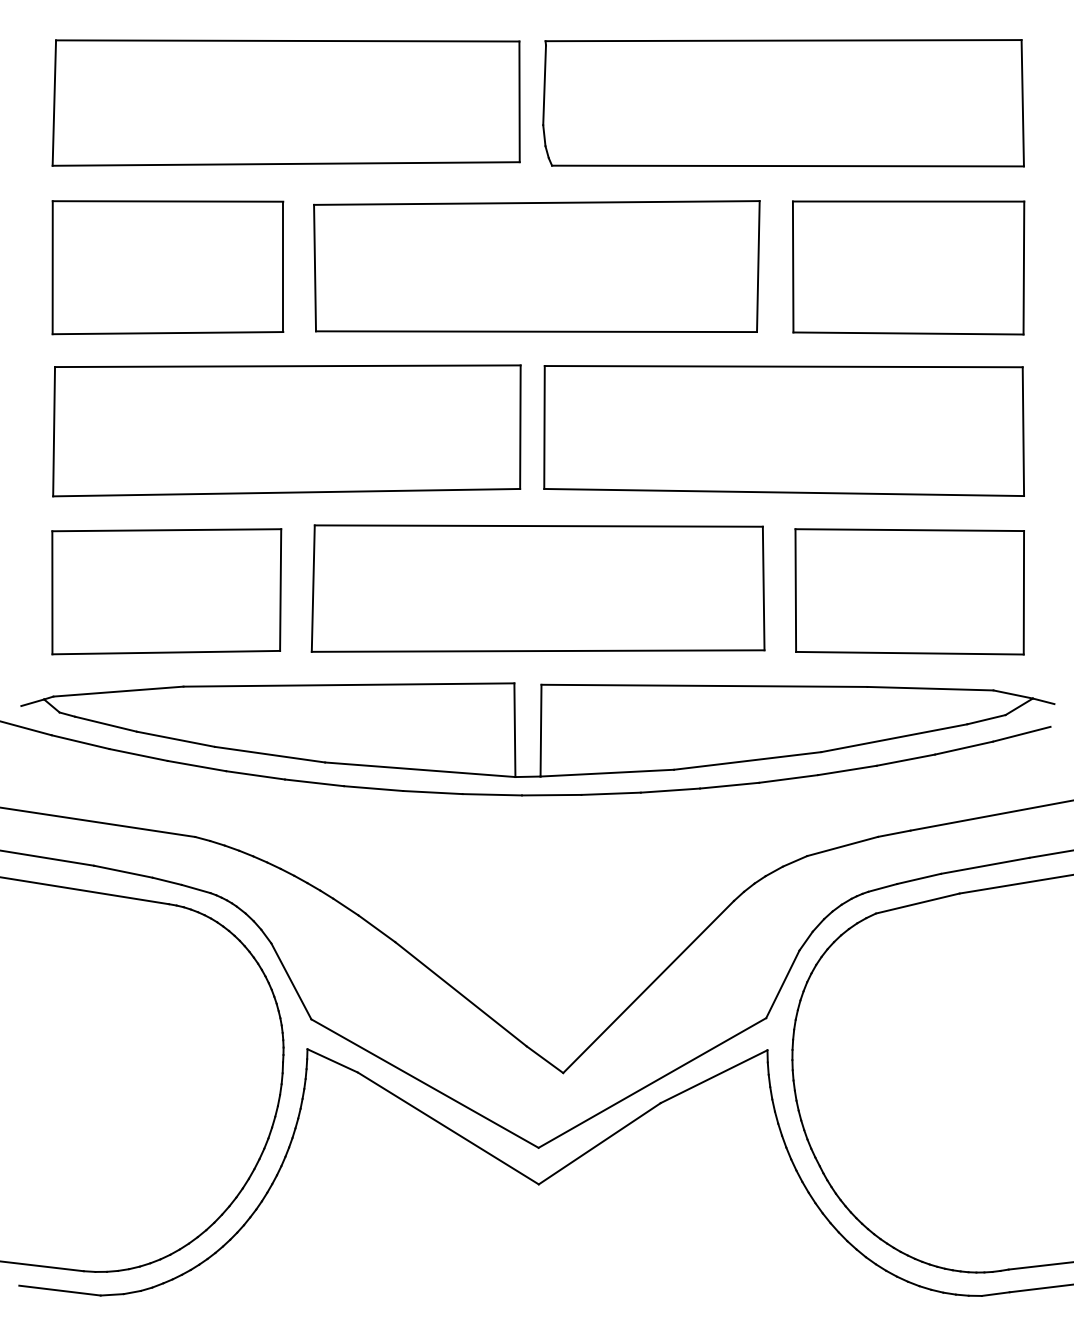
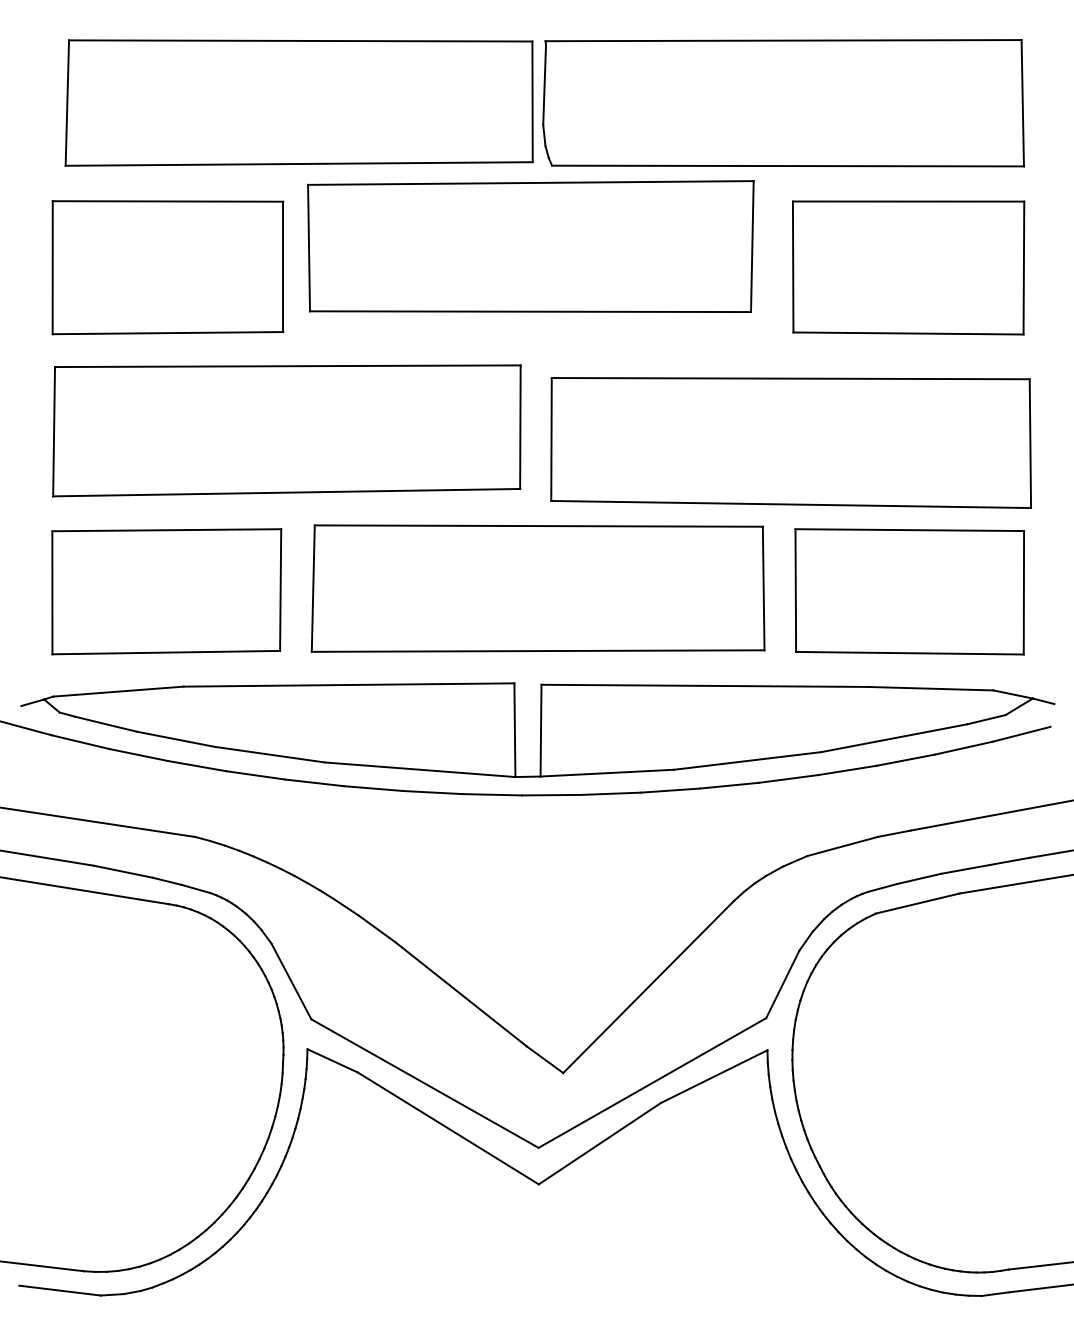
part at (285, 102) position: (285, 102) -> (298, 102)
part at (536, 266) position: (536, 266) -> (530, 246)
part at (783, 430) position: (783, 430) -> (790, 442)
